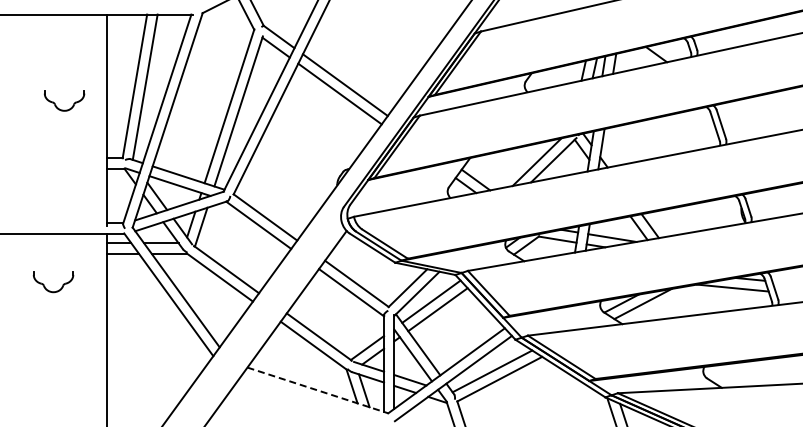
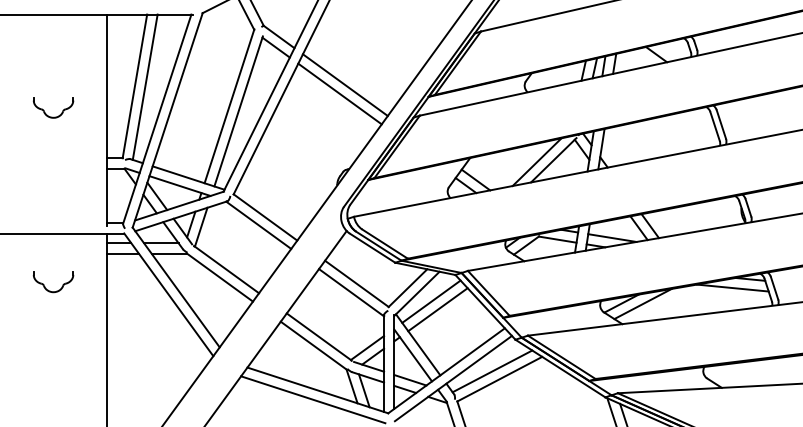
part at (64, 109) position: (64, 109) -> (53, 116)
line at (318, 390): dashed -> solid
line at (313, 399): none -> present
